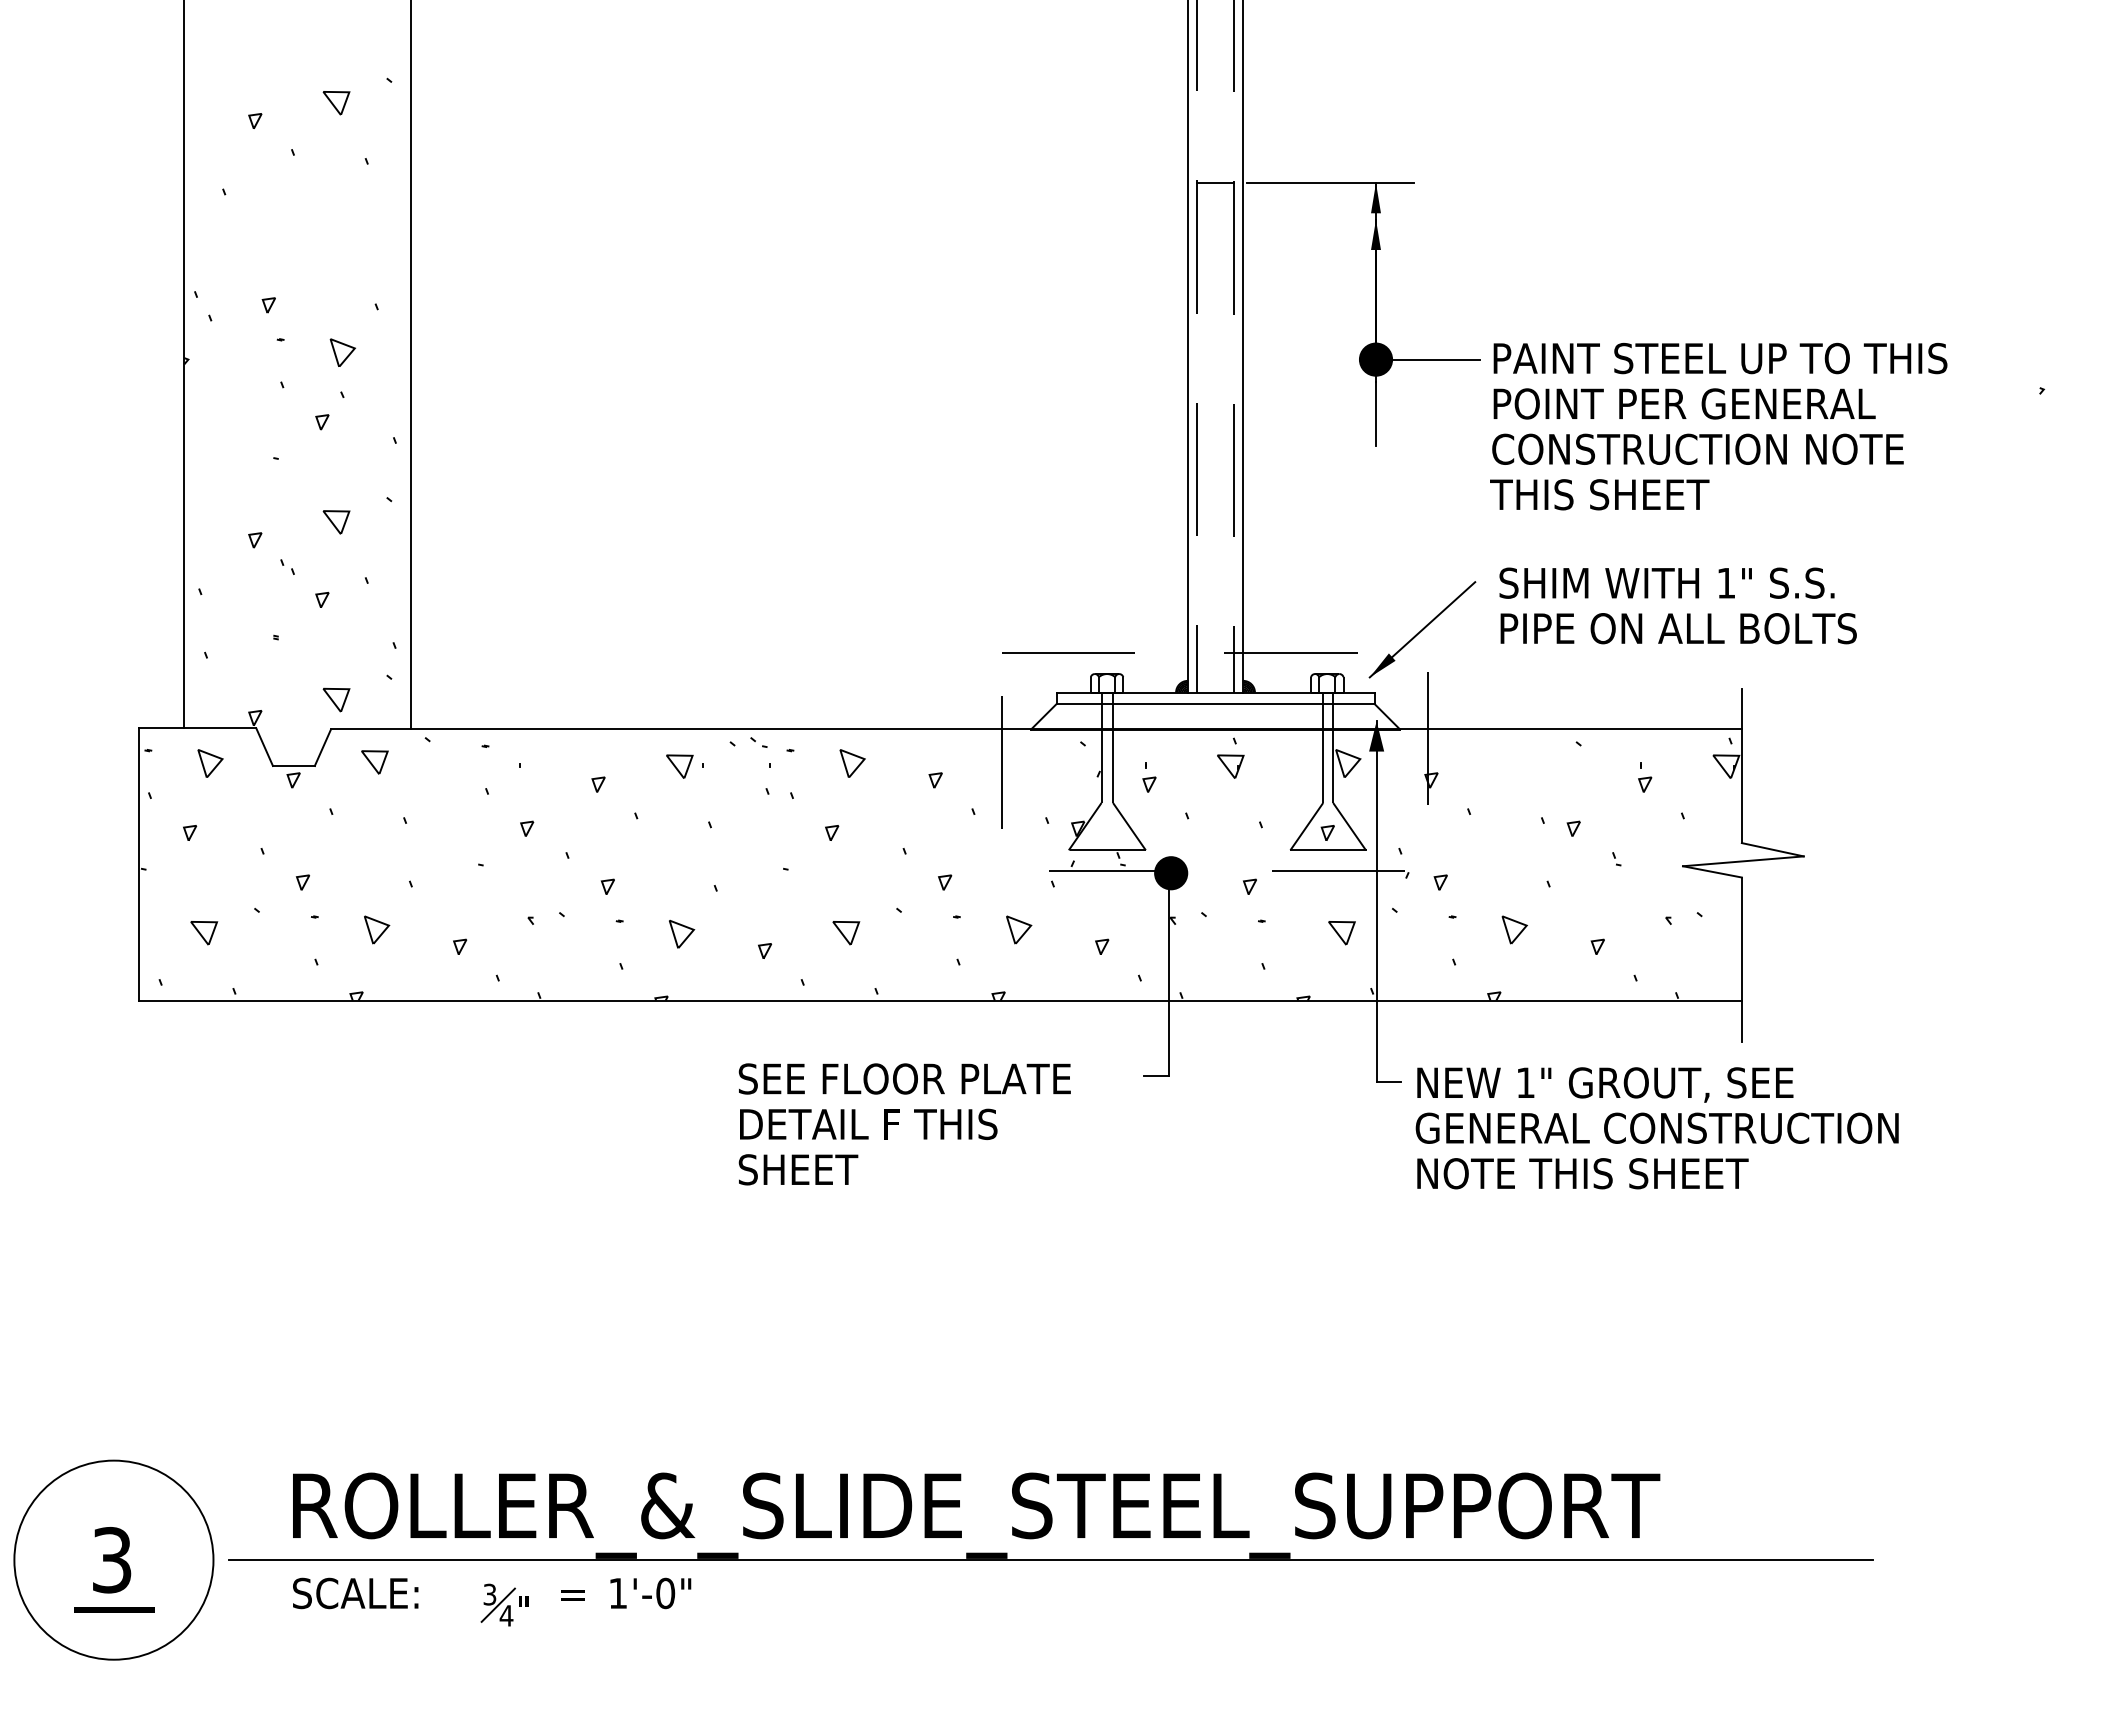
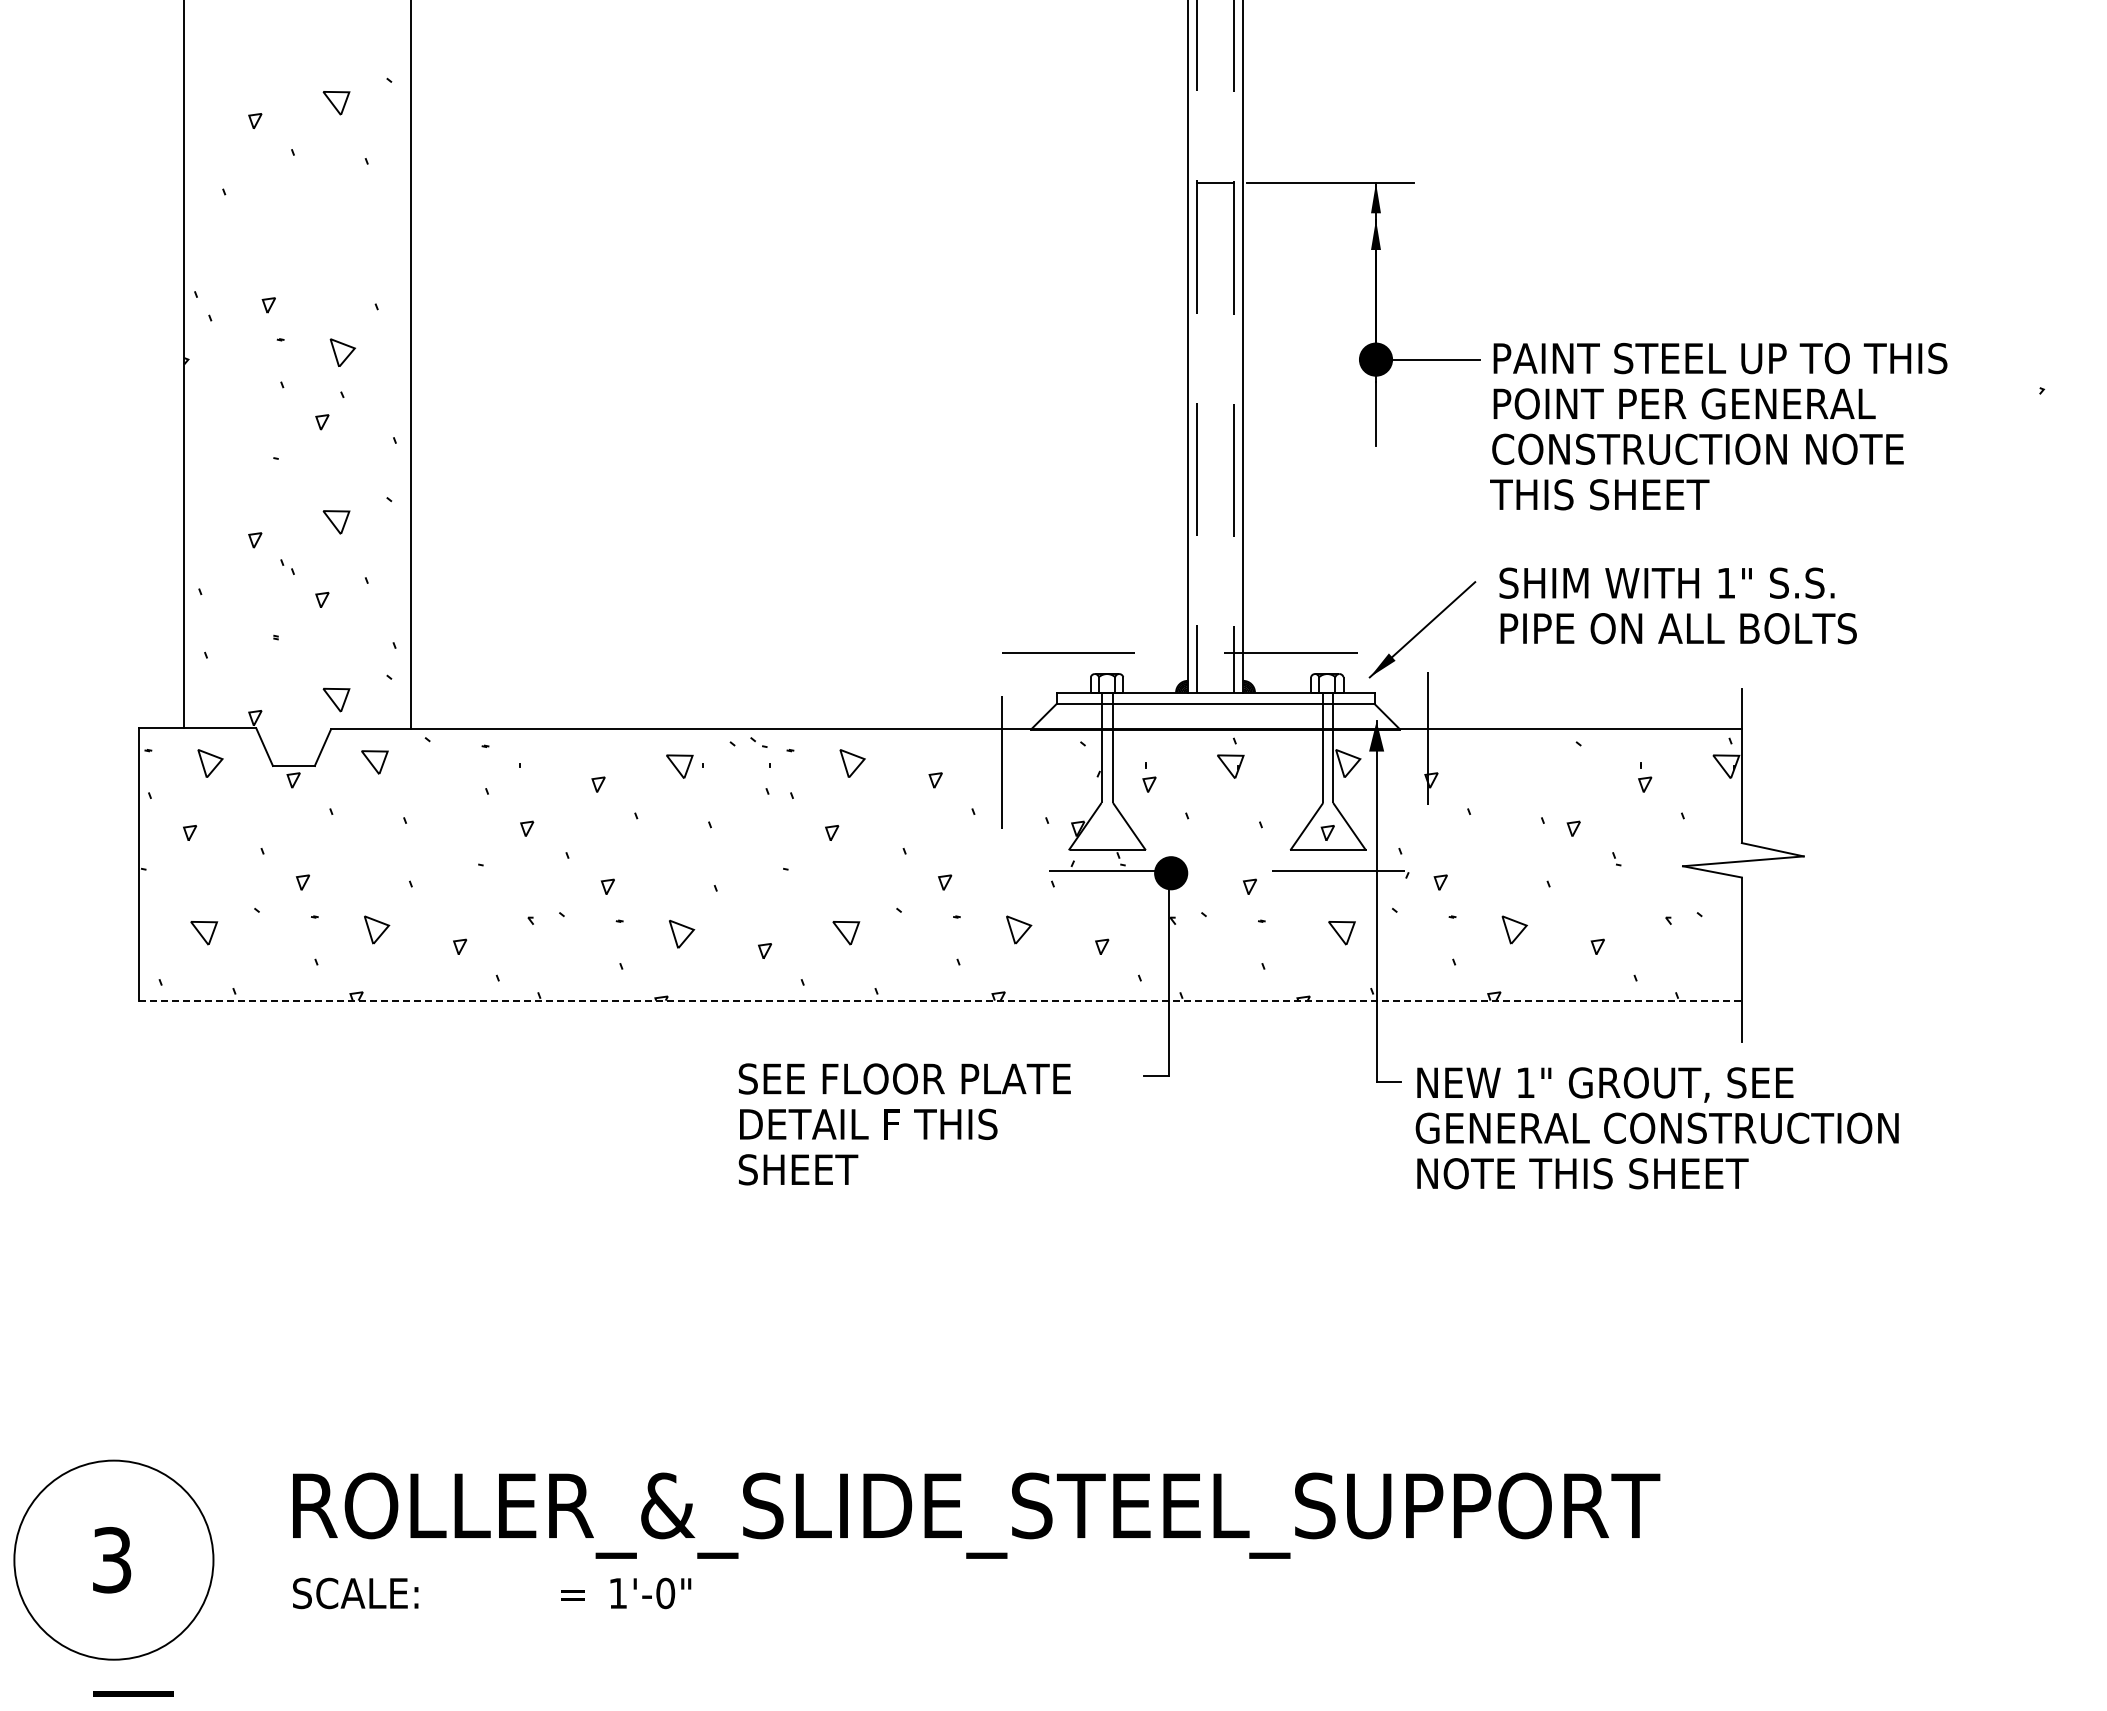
line at (940, 1000): solid -> dashed
line at (1051, 1560): present -> none
part at (504, 1604): present -> none
text at (114, 1609) position: (114, 1609) -> (133, 1693)
